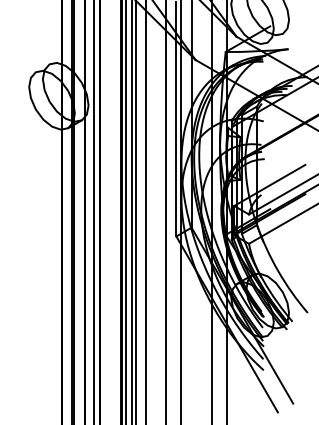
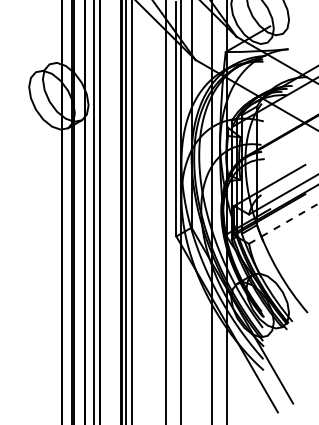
line at (136, 211): present -> none
line at (145, 211): present -> none
line at (284, 223): solid -> dashed
